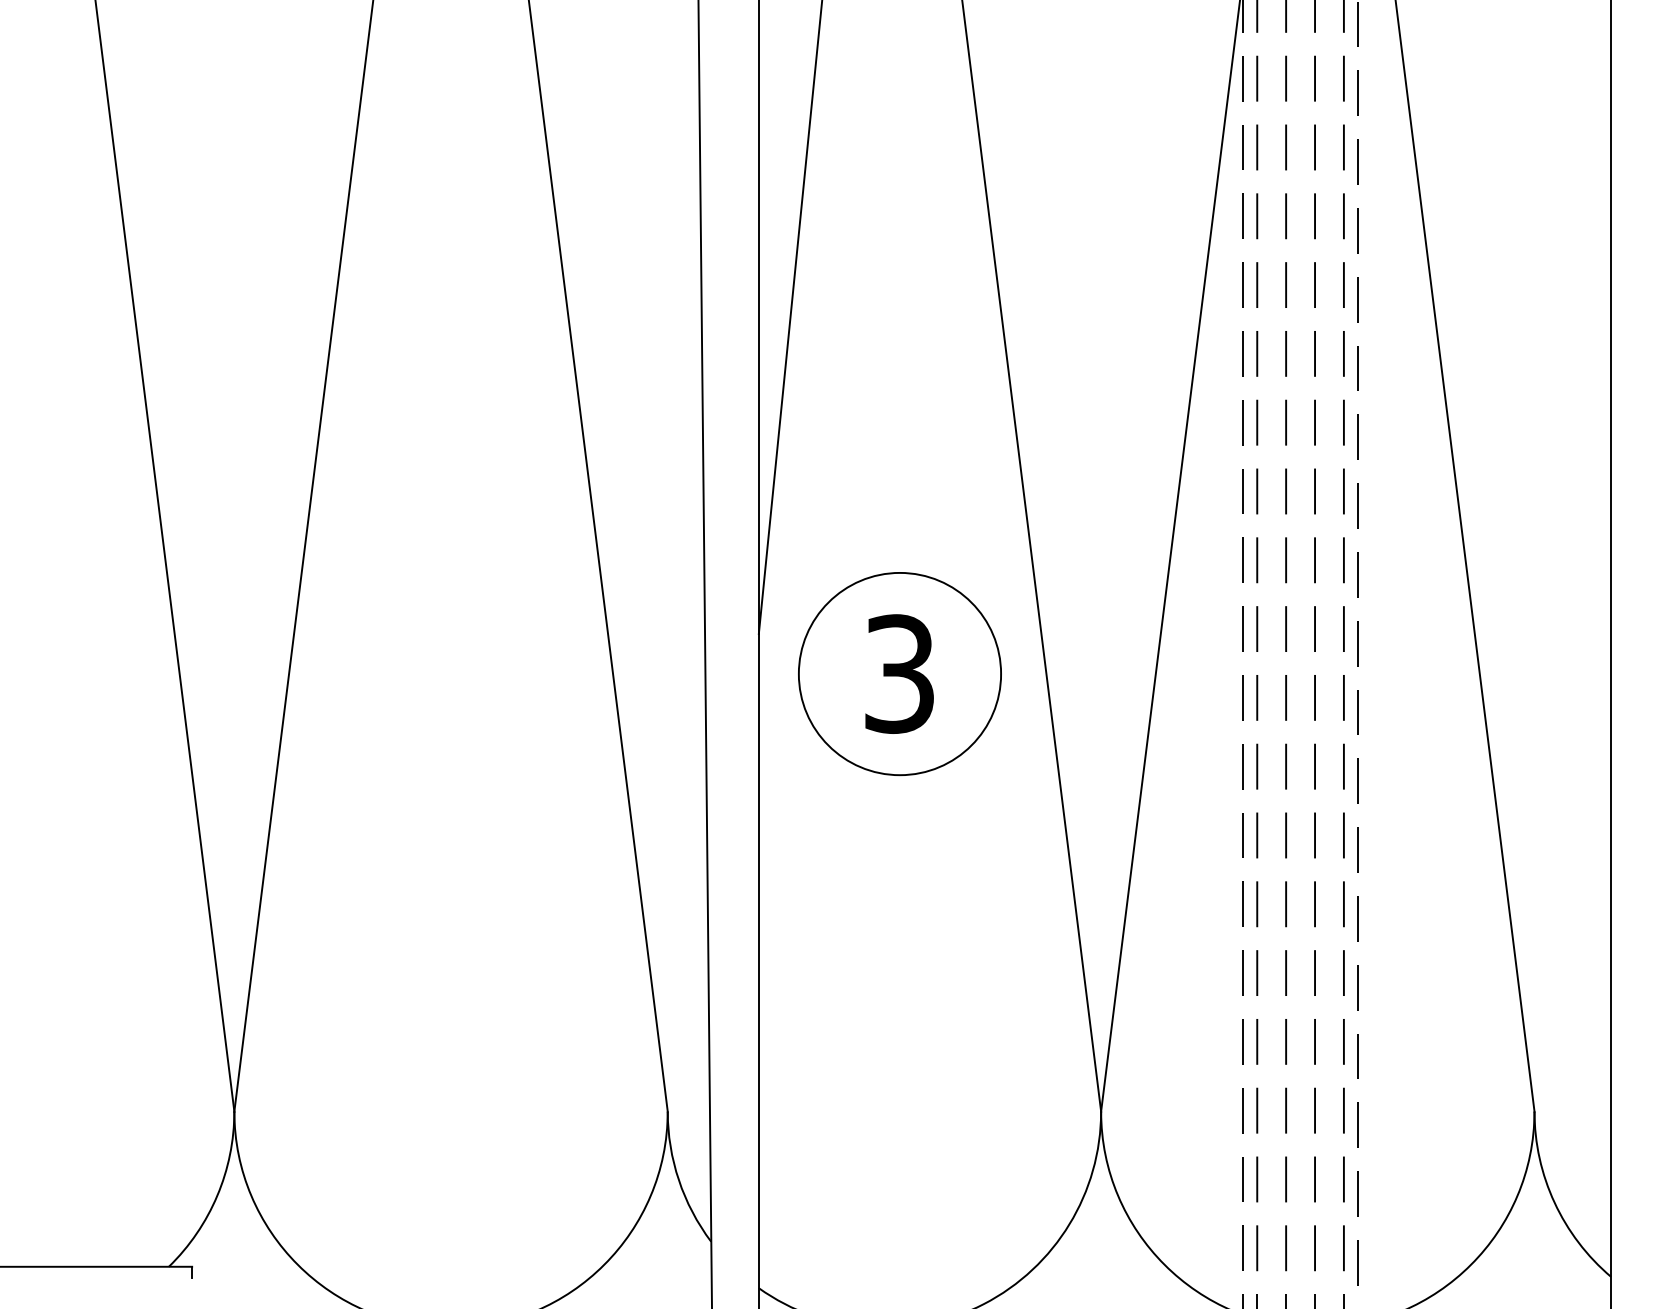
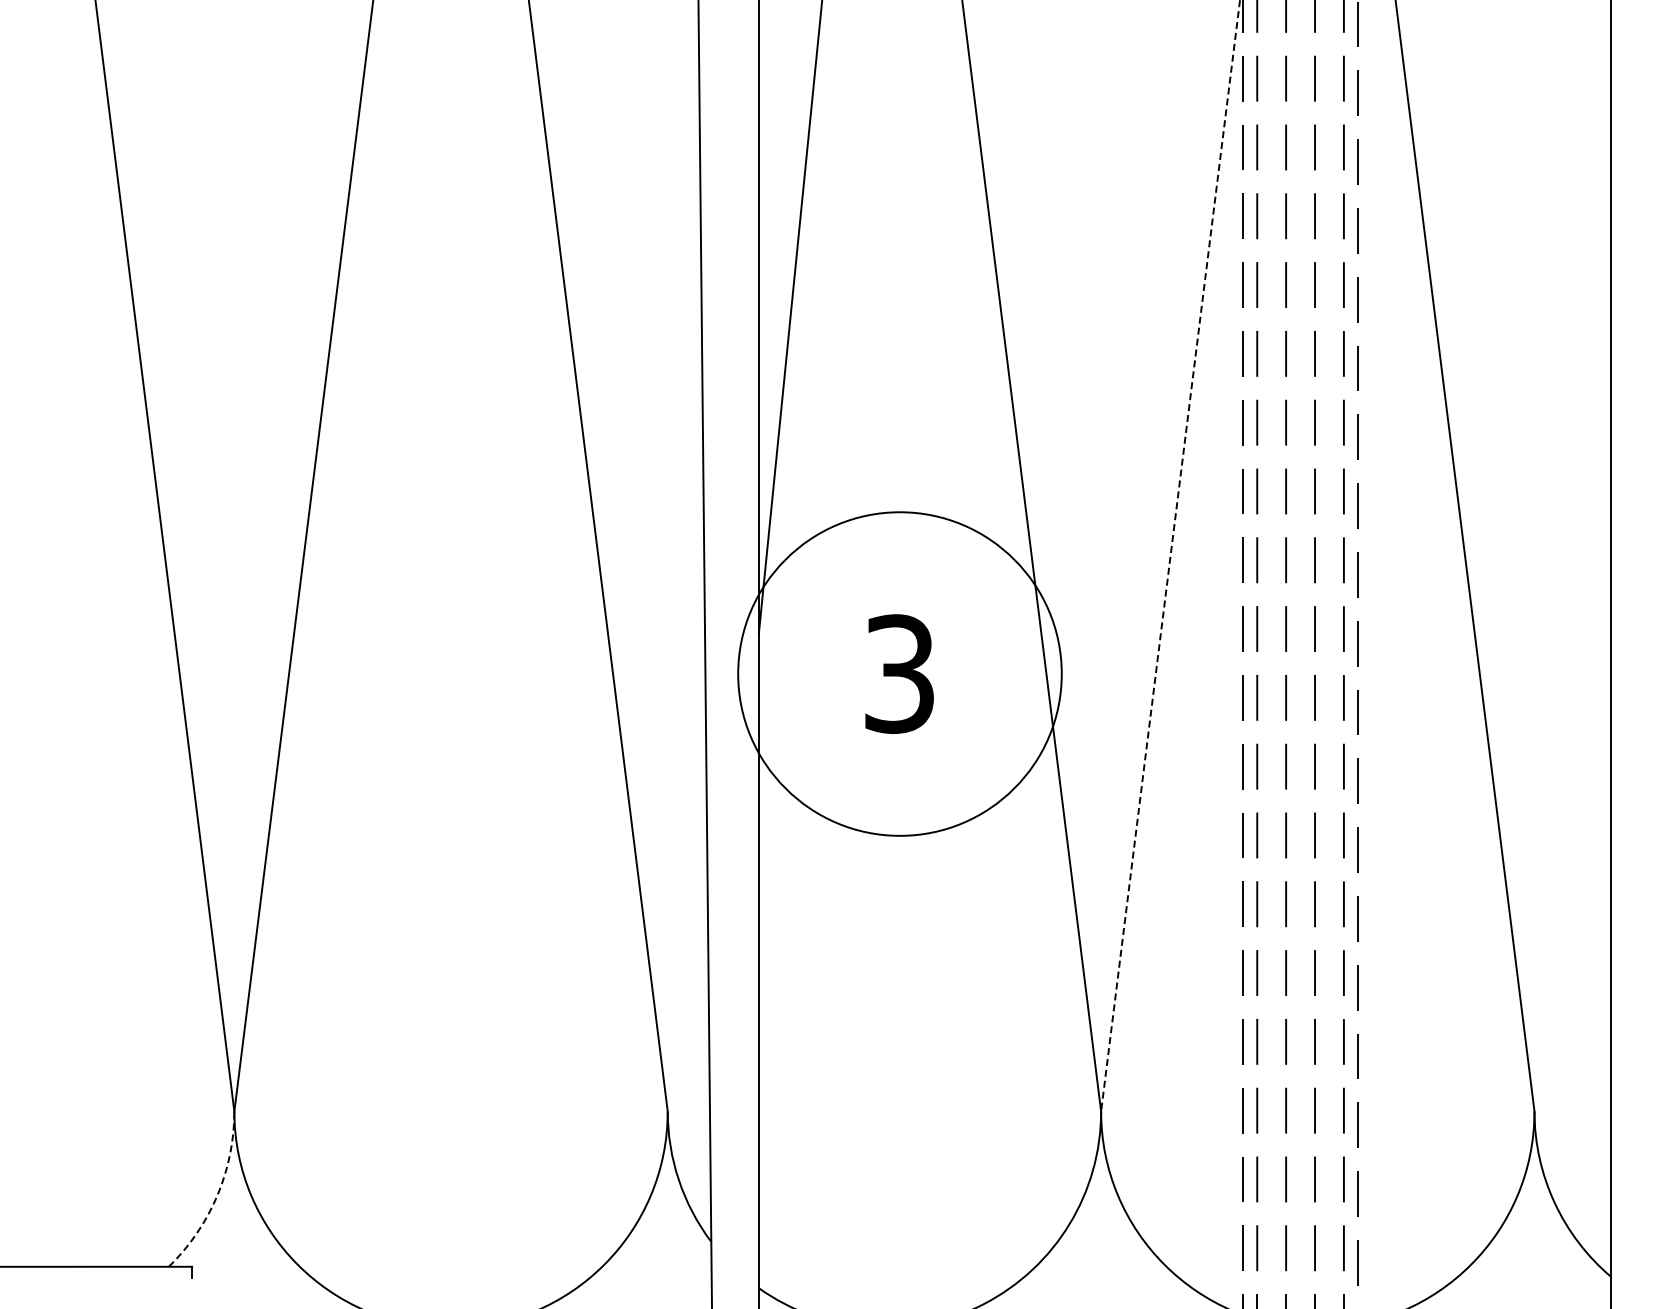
line at (1170, 556): solid -> dashed
circle at (899, 673) diameter: 202 px -> 324 px
arc at (217, 1195): solid -> dashed
